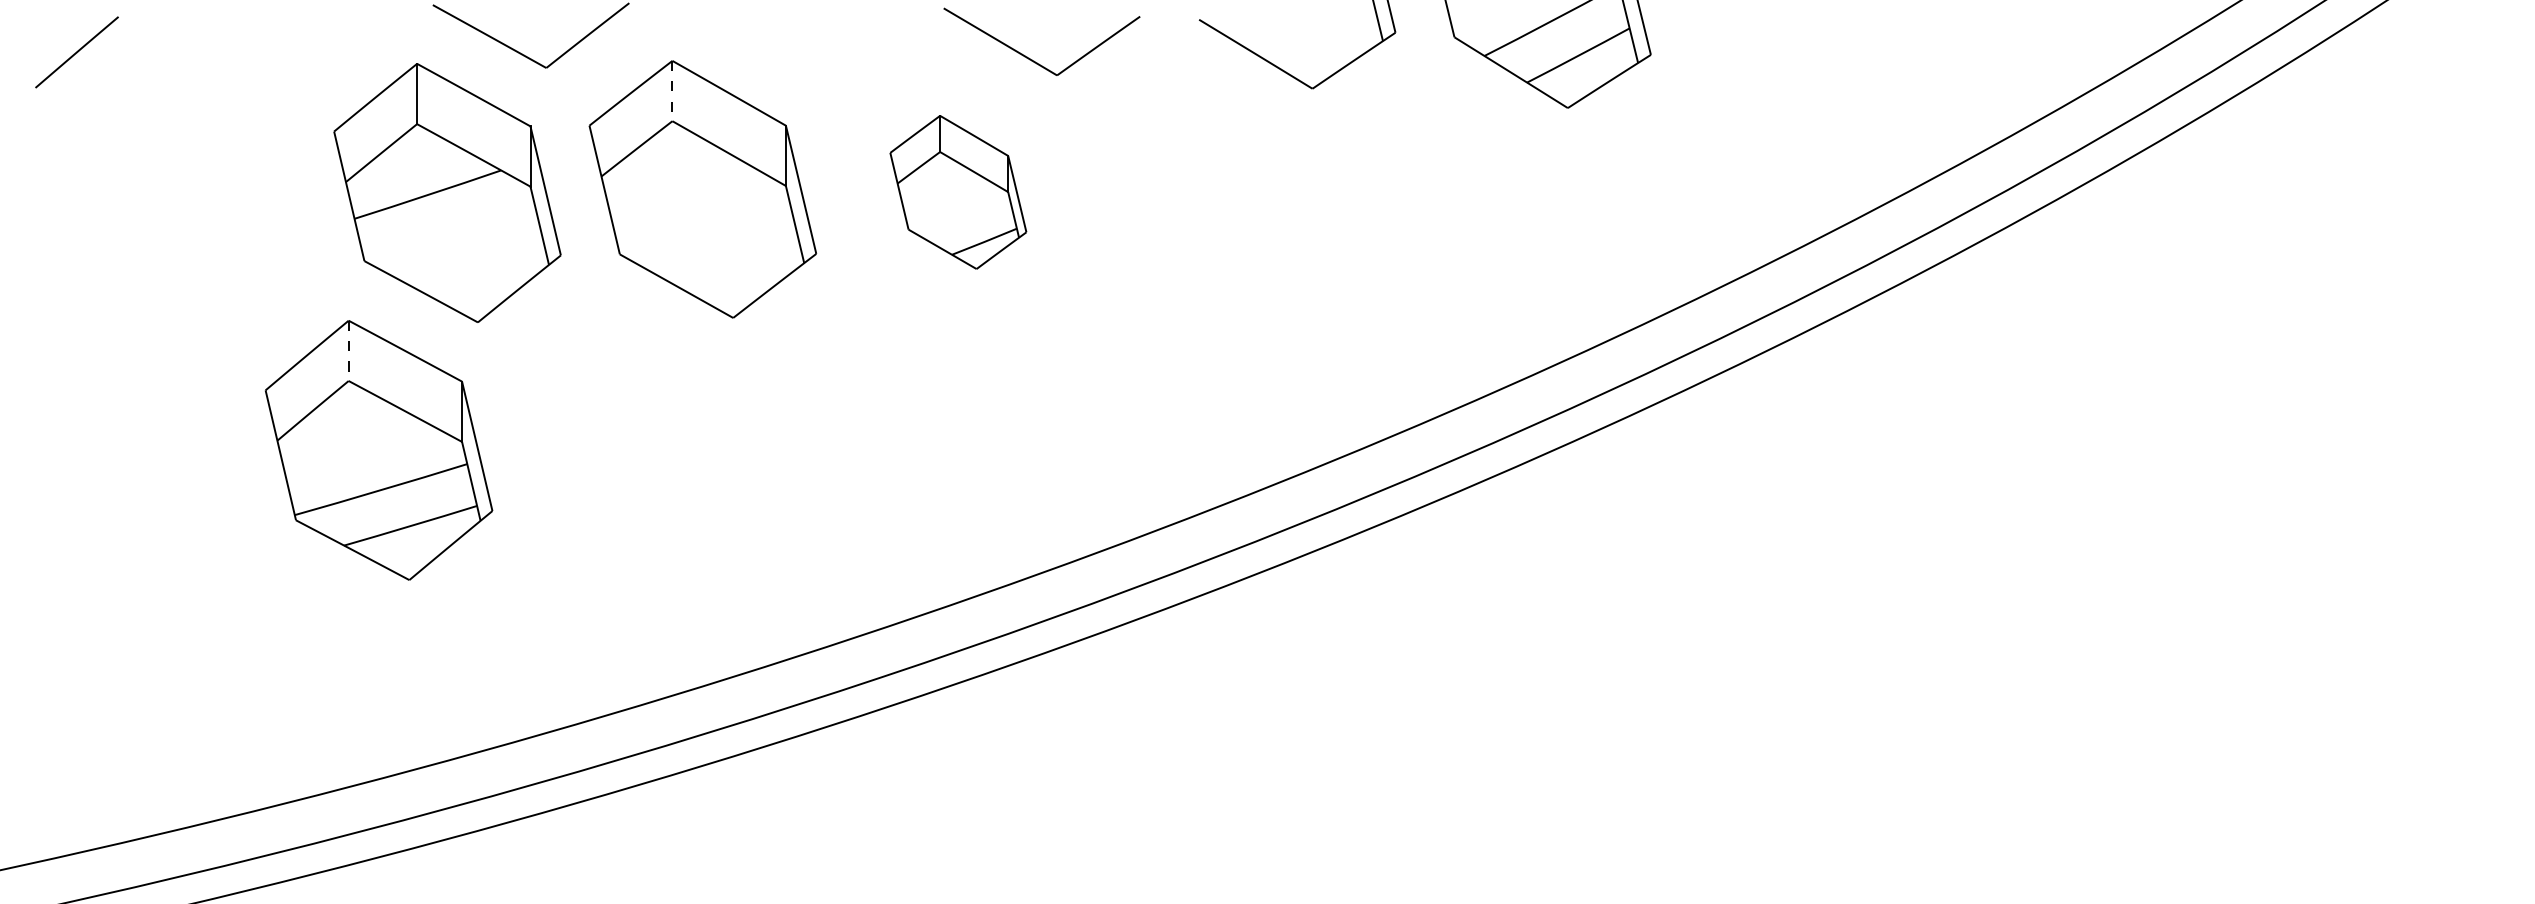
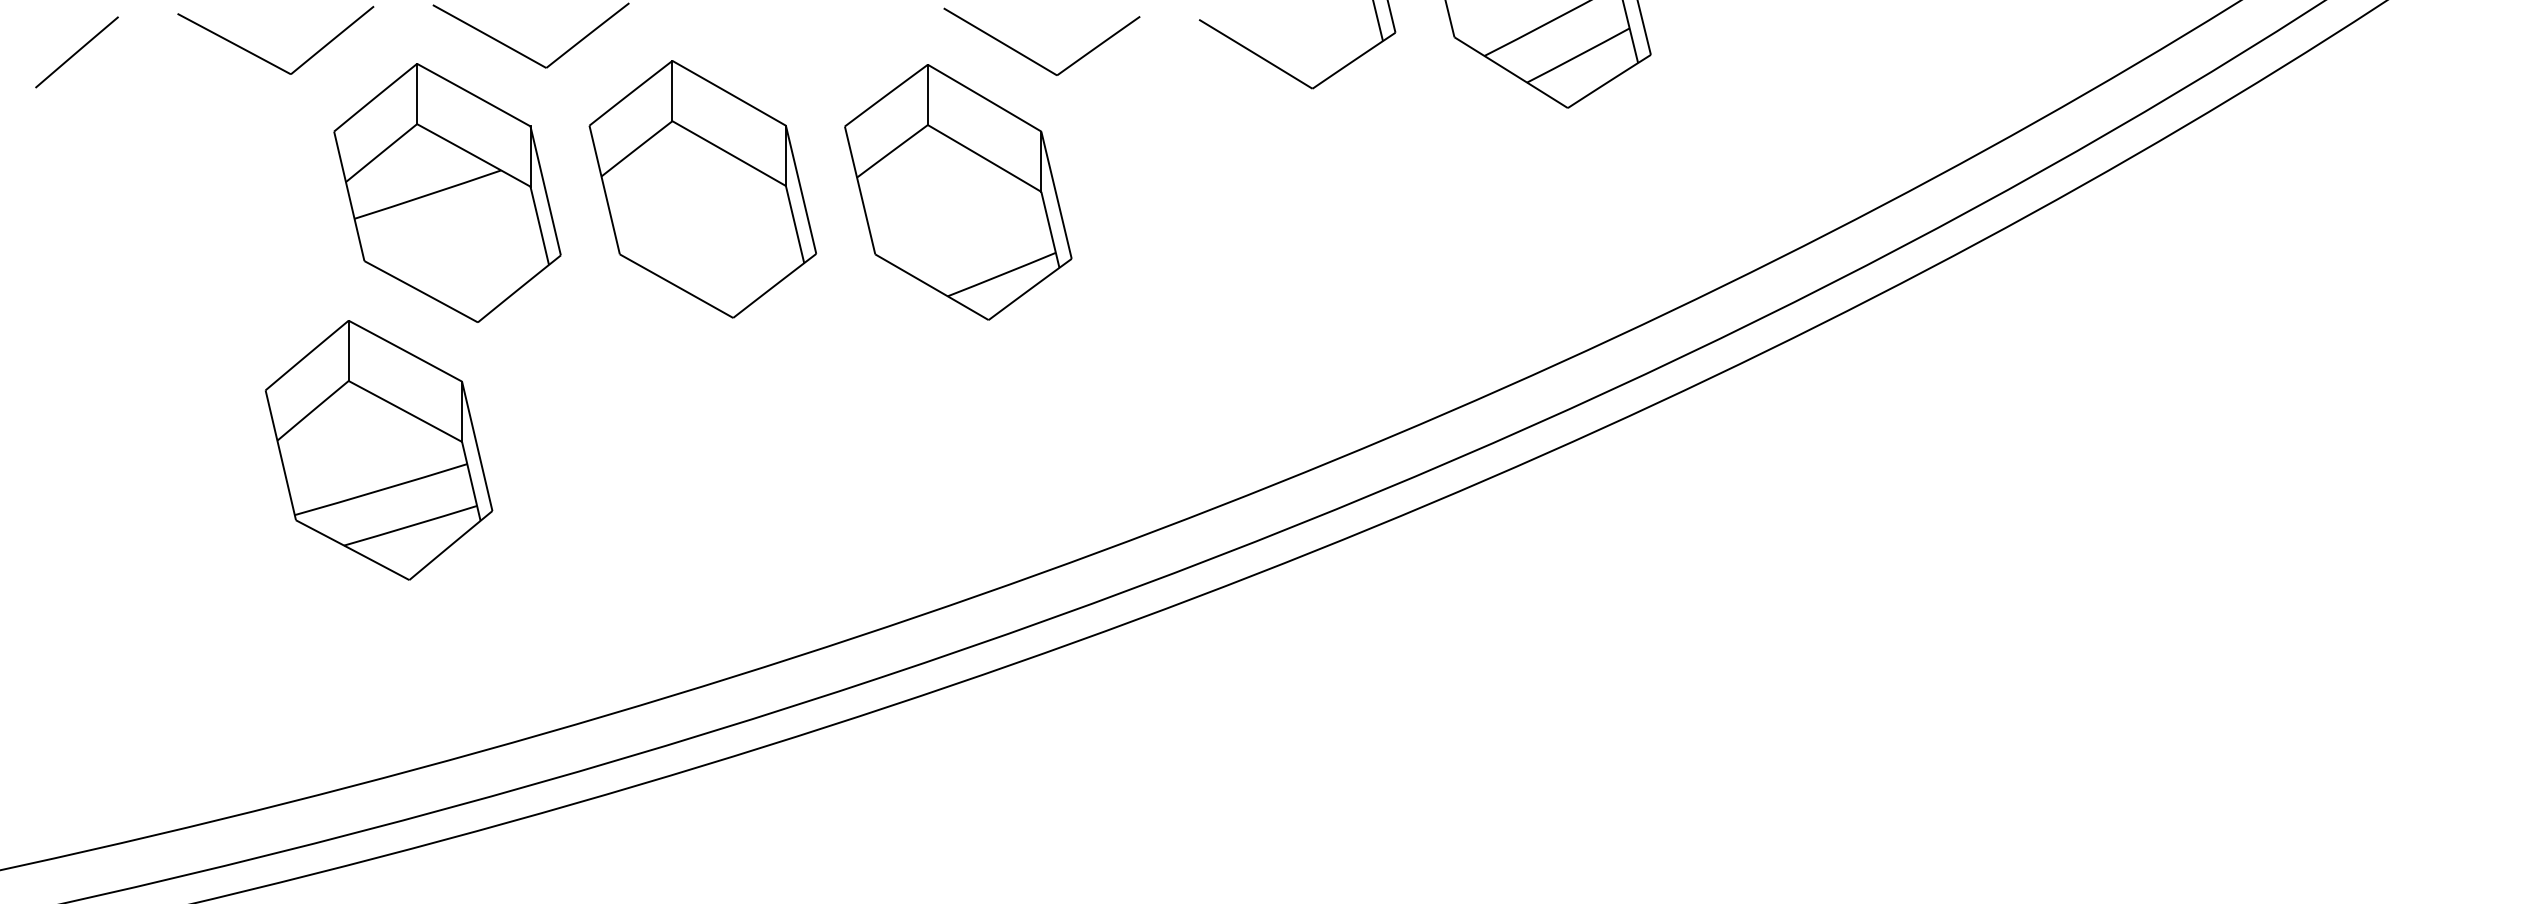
part at (265, 59): none -> present
line at (672, 91): dashed -> solid
part at (958, 192) size: 139x155 px -> 229x257 px
line at (348, 351): dashed -> solid
